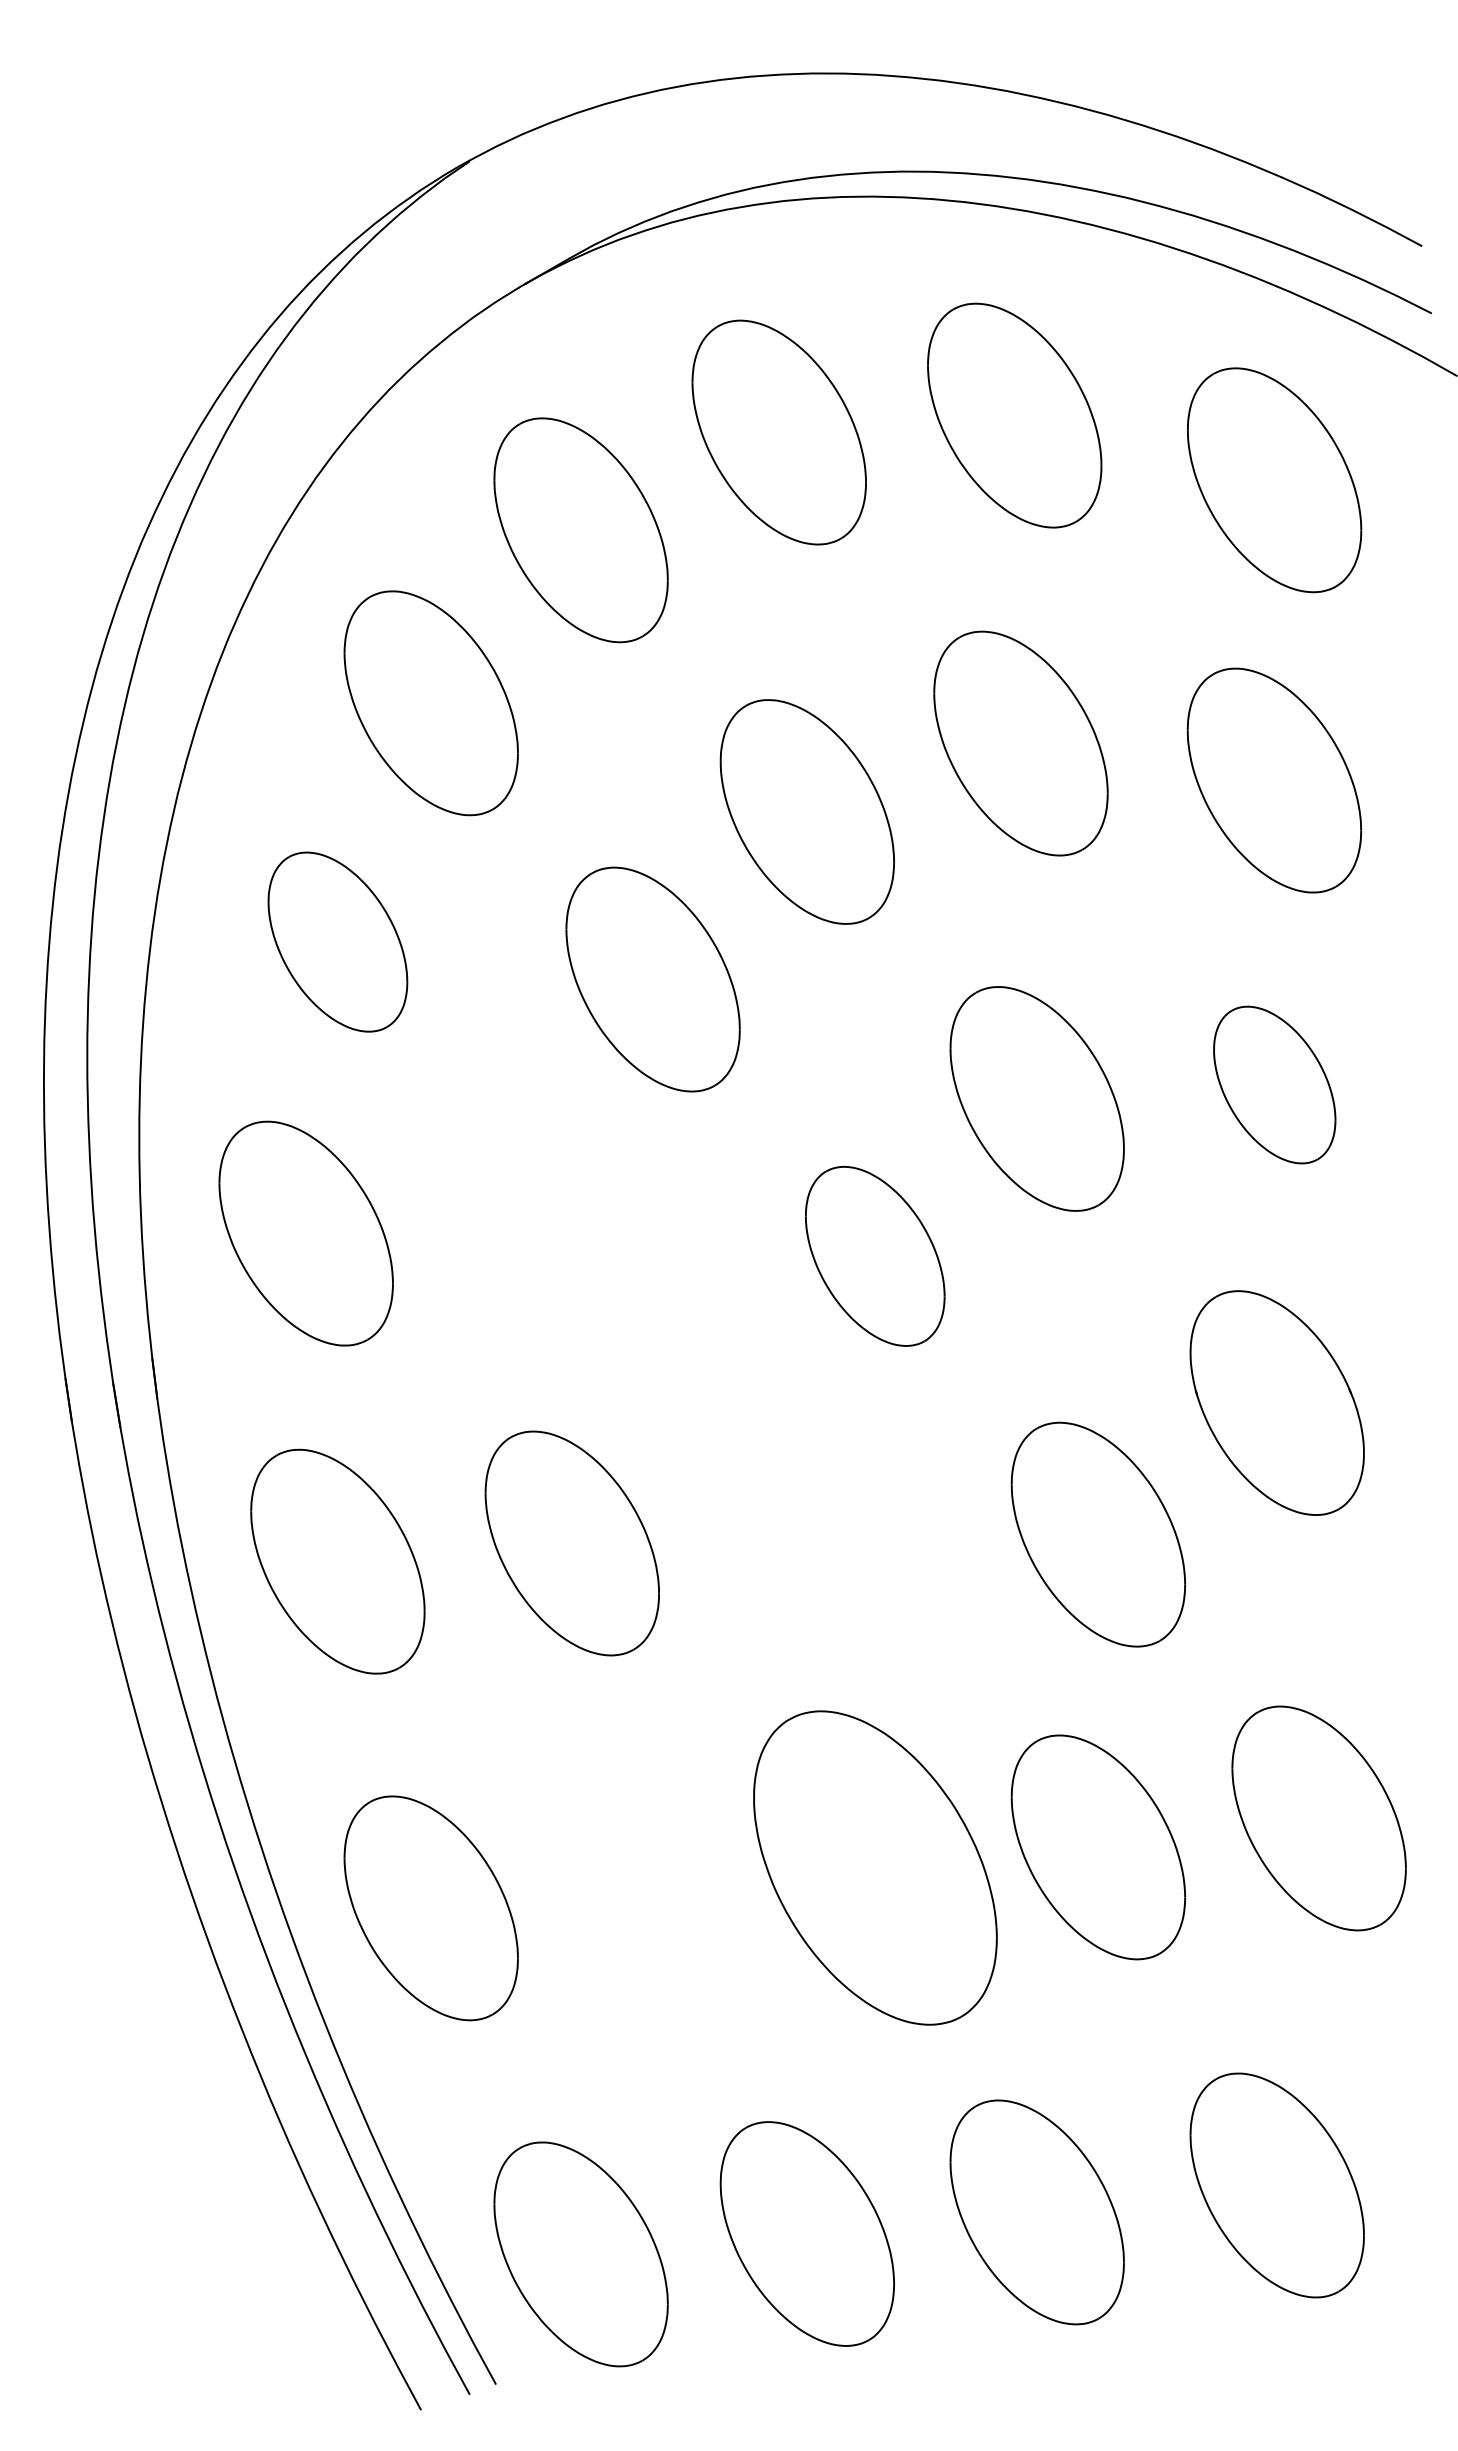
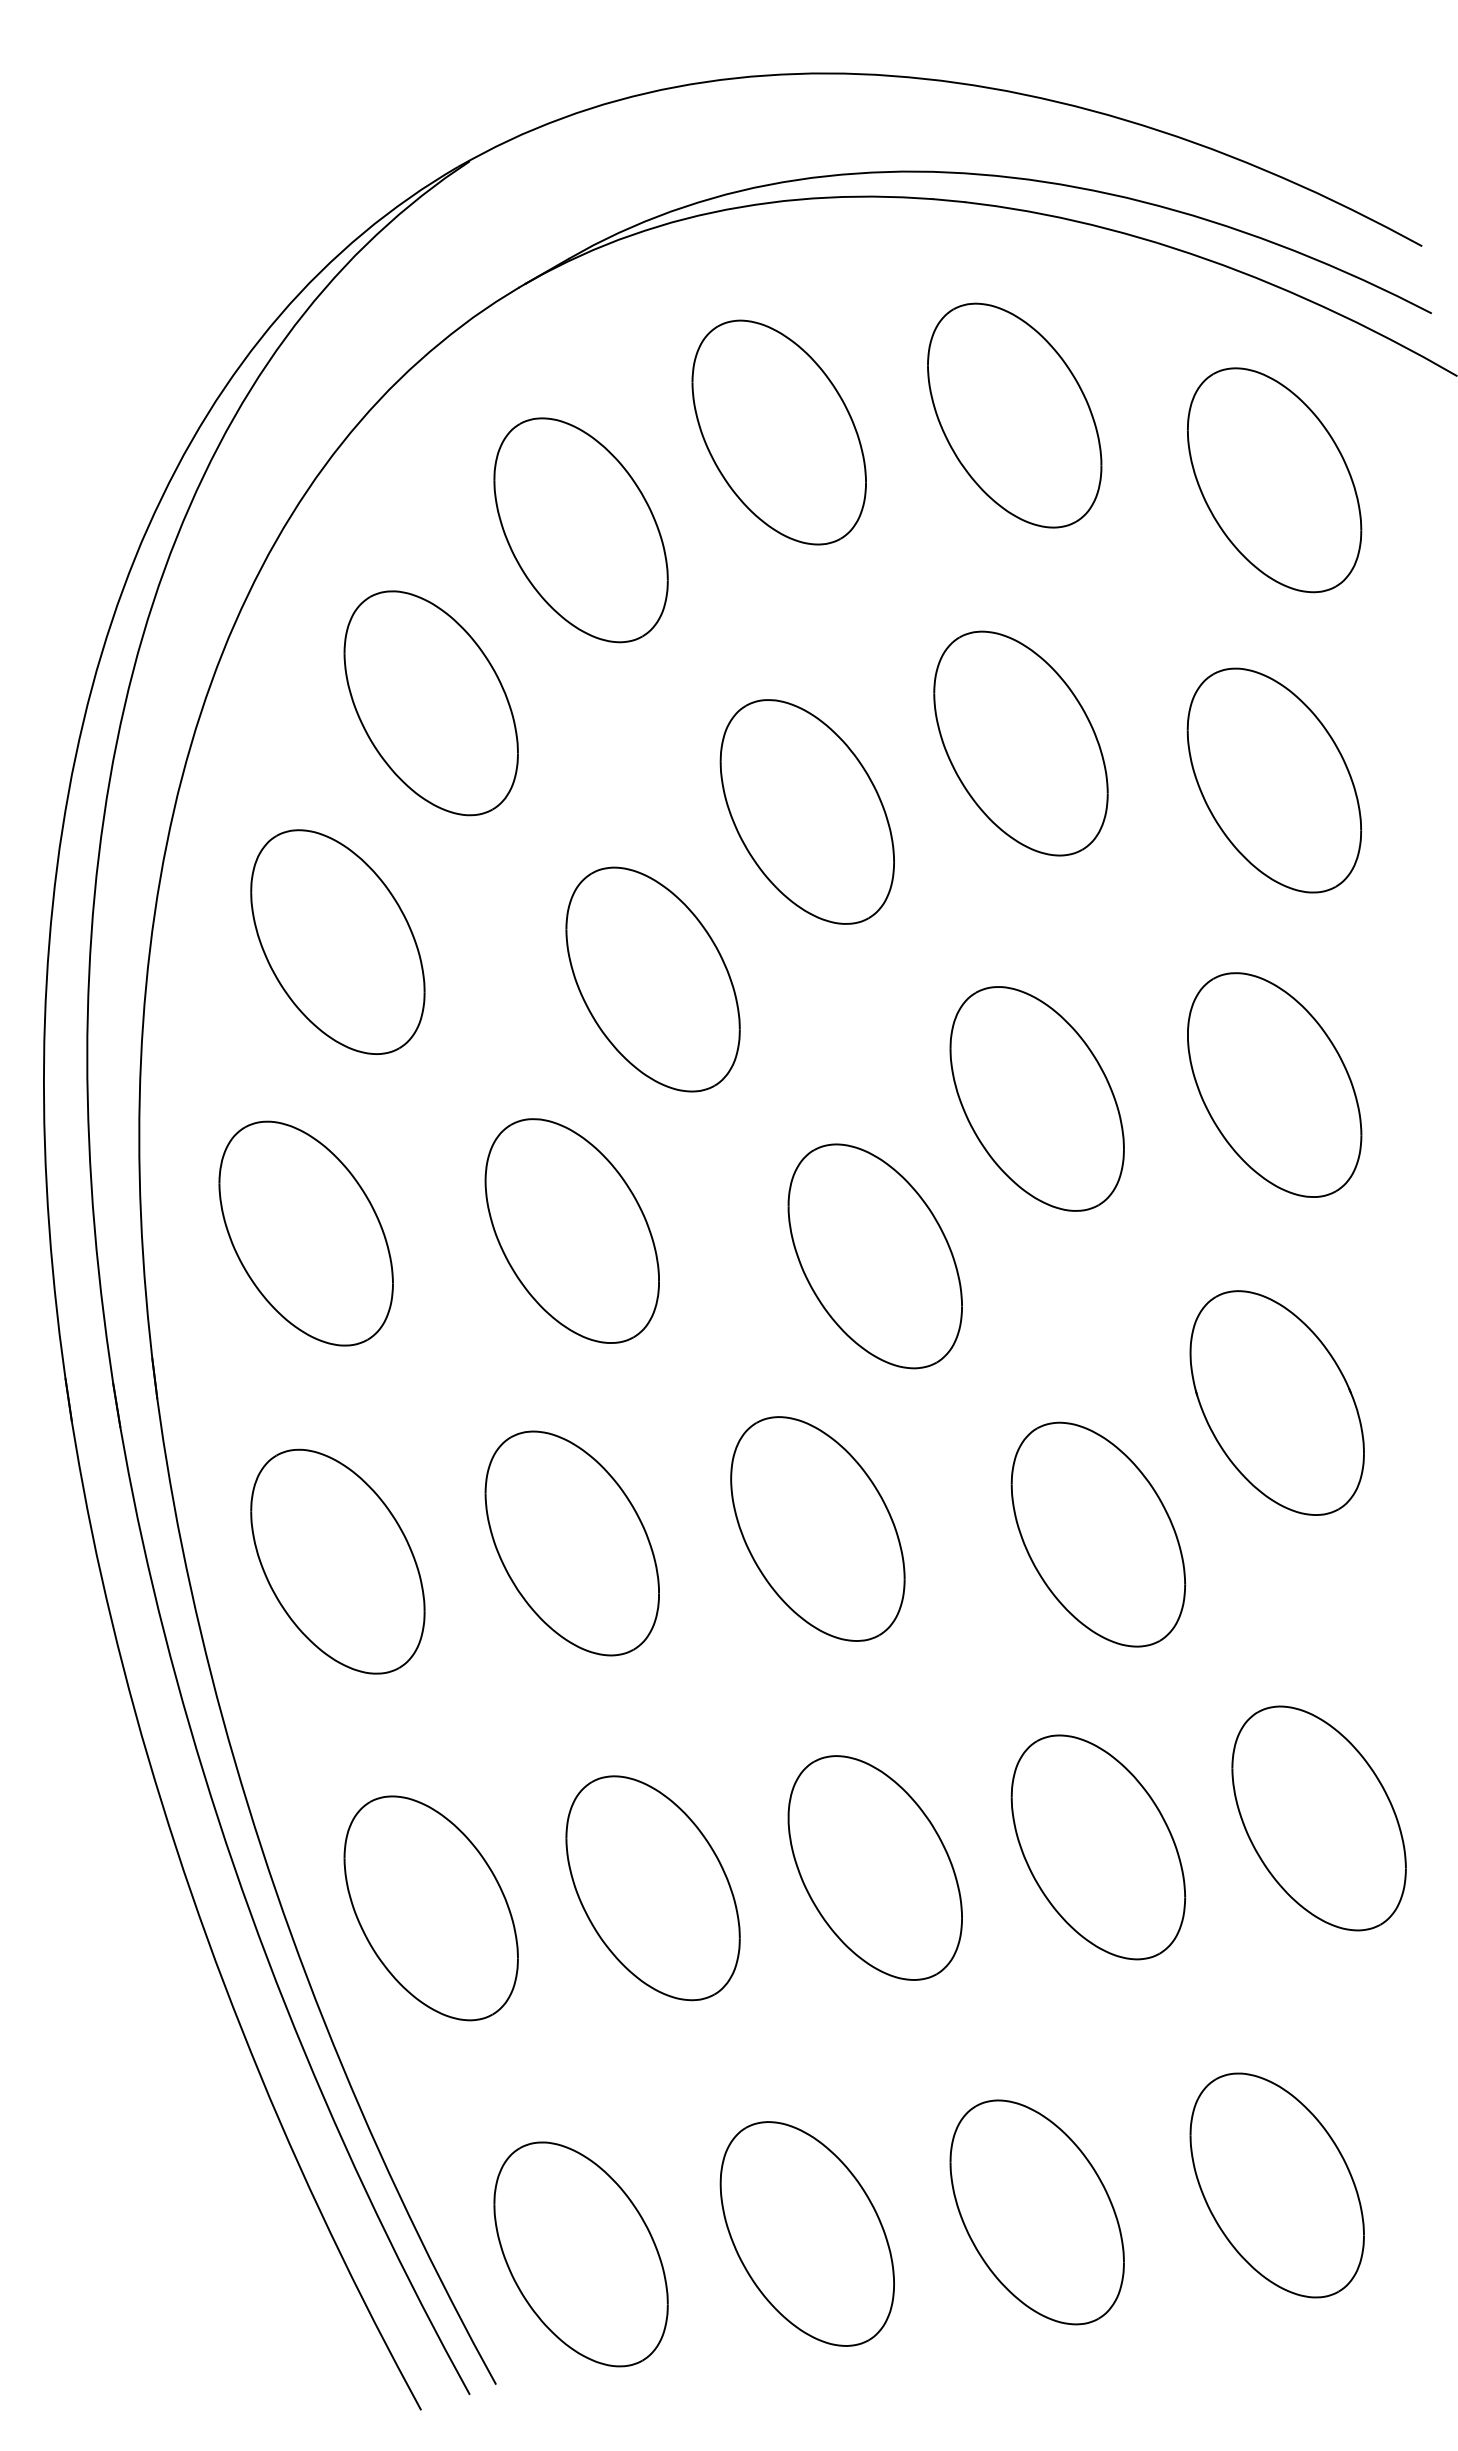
part at (337, 941) size: 142x182 px -> 176x226 px
part at (1274, 1084) size: 124x160 px -> 176x226 px
part at (571, 1230): none -> present
part at (875, 1256) size: 141x181 px -> 176x227 px
part at (817, 1528): none -> present
part at (875, 1867) size: 245x316 px -> 176x226 px
part at (652, 1888): none -> present
